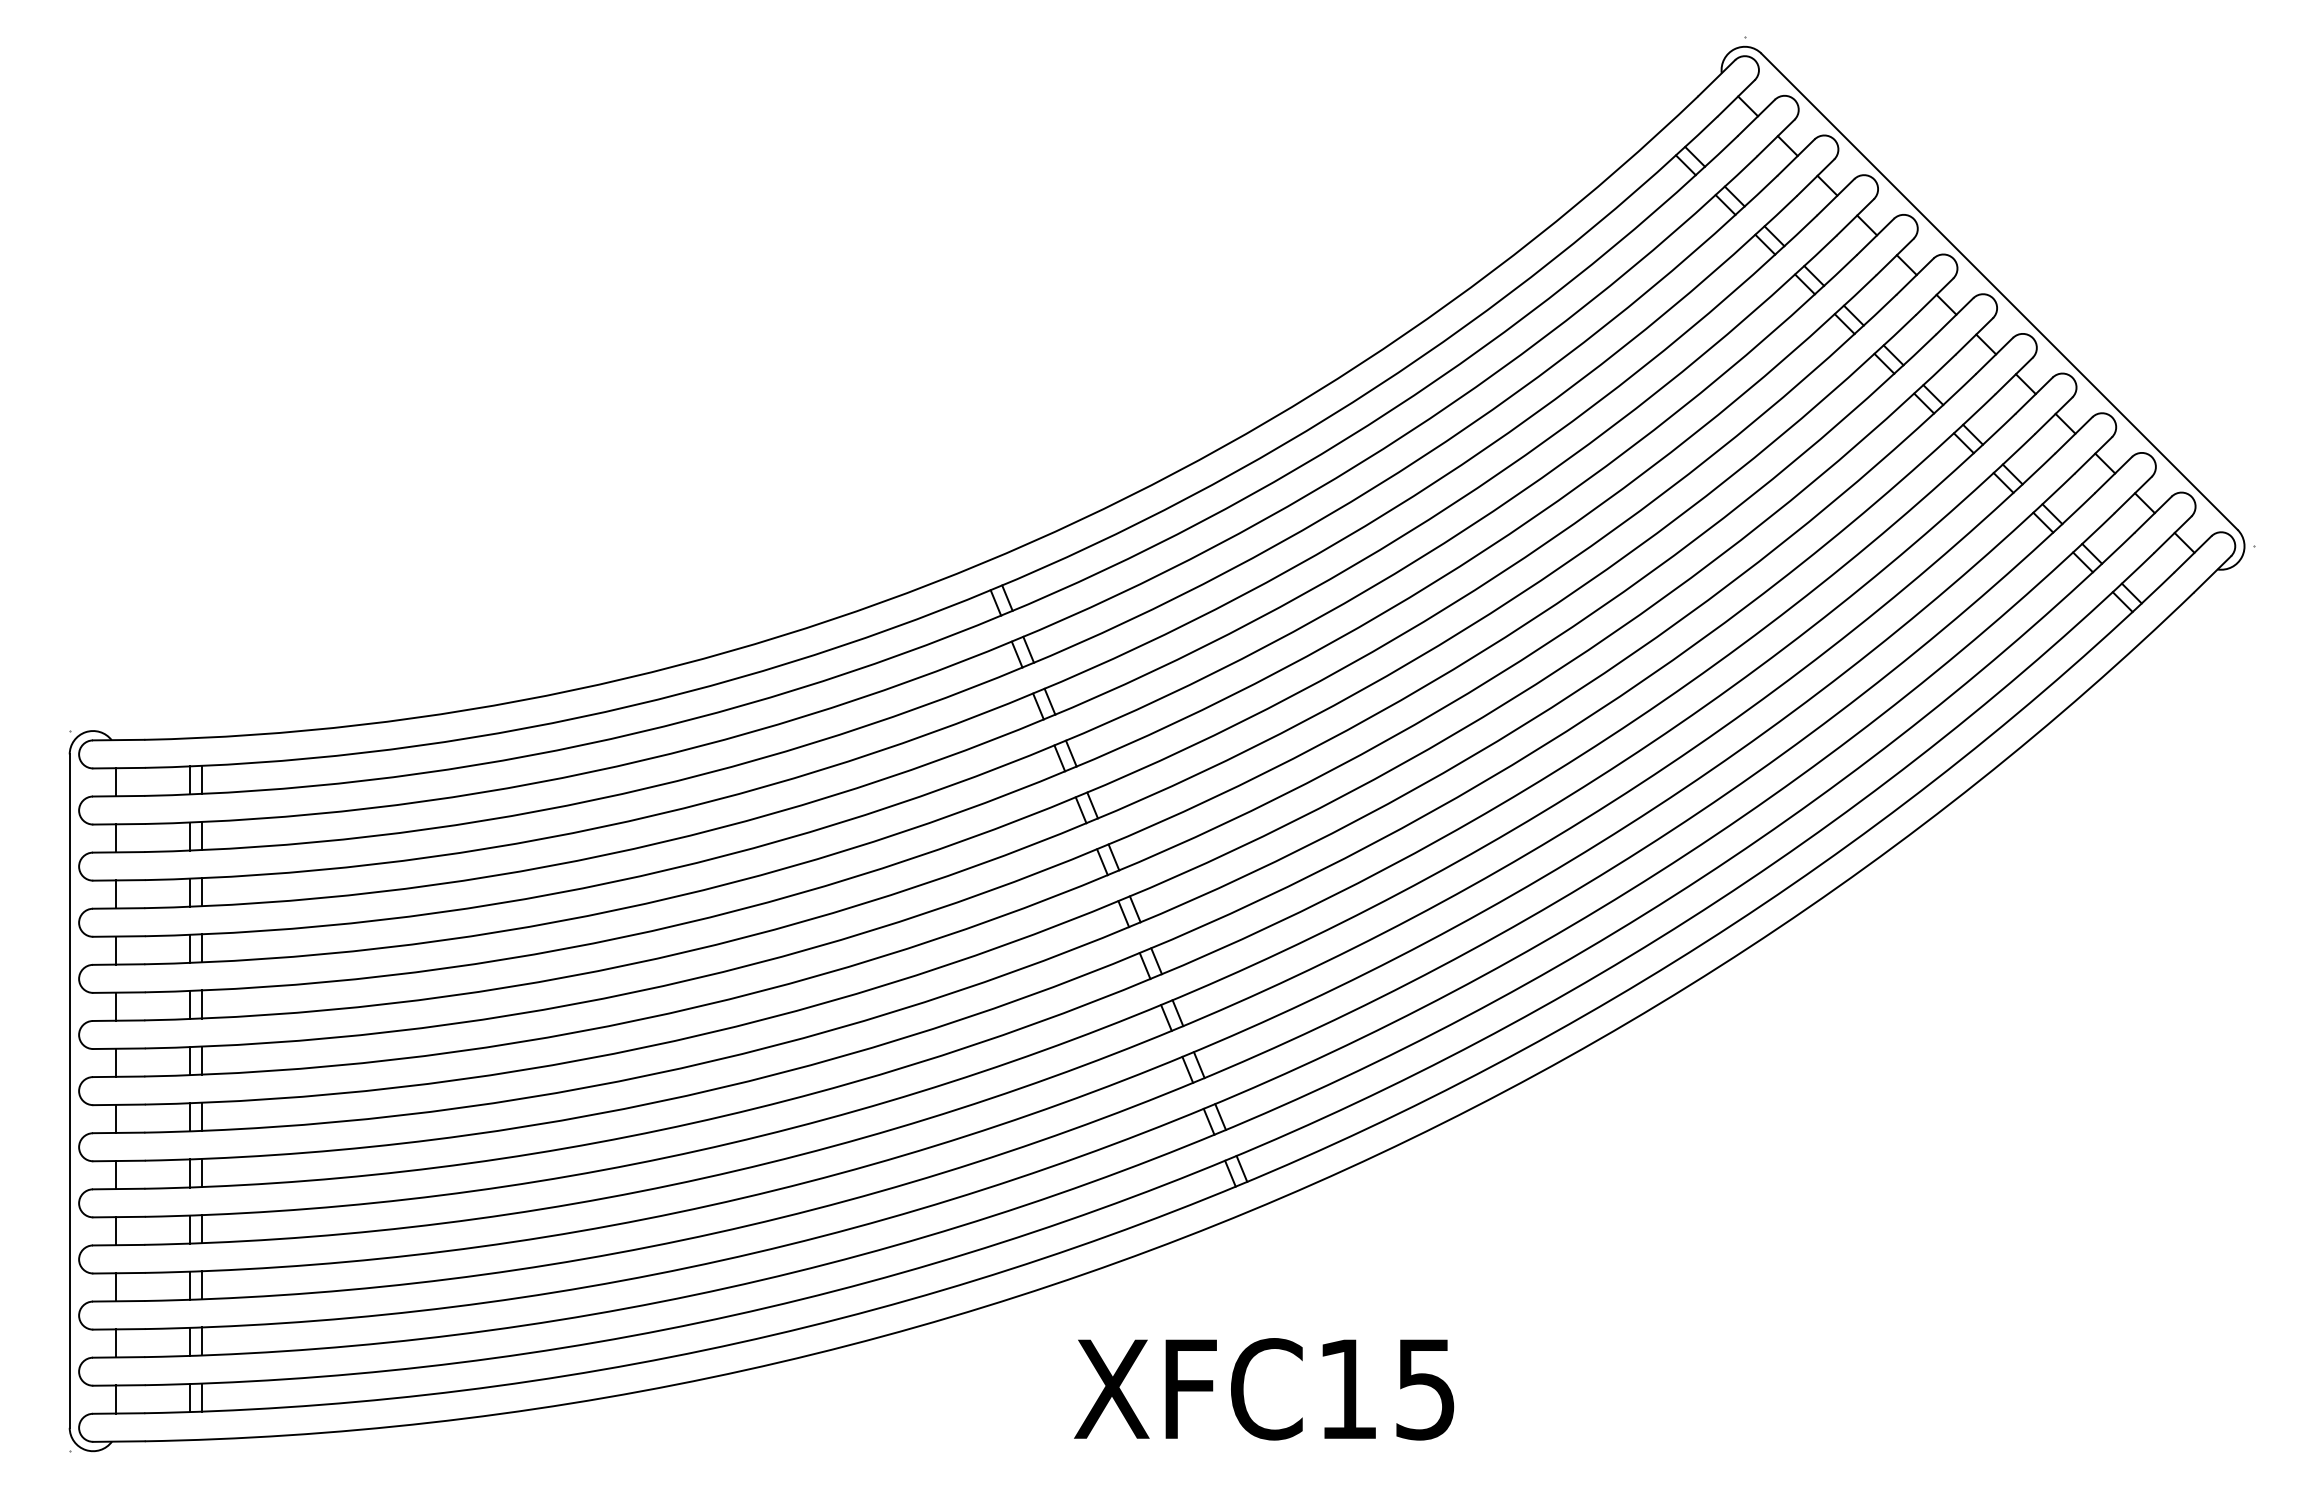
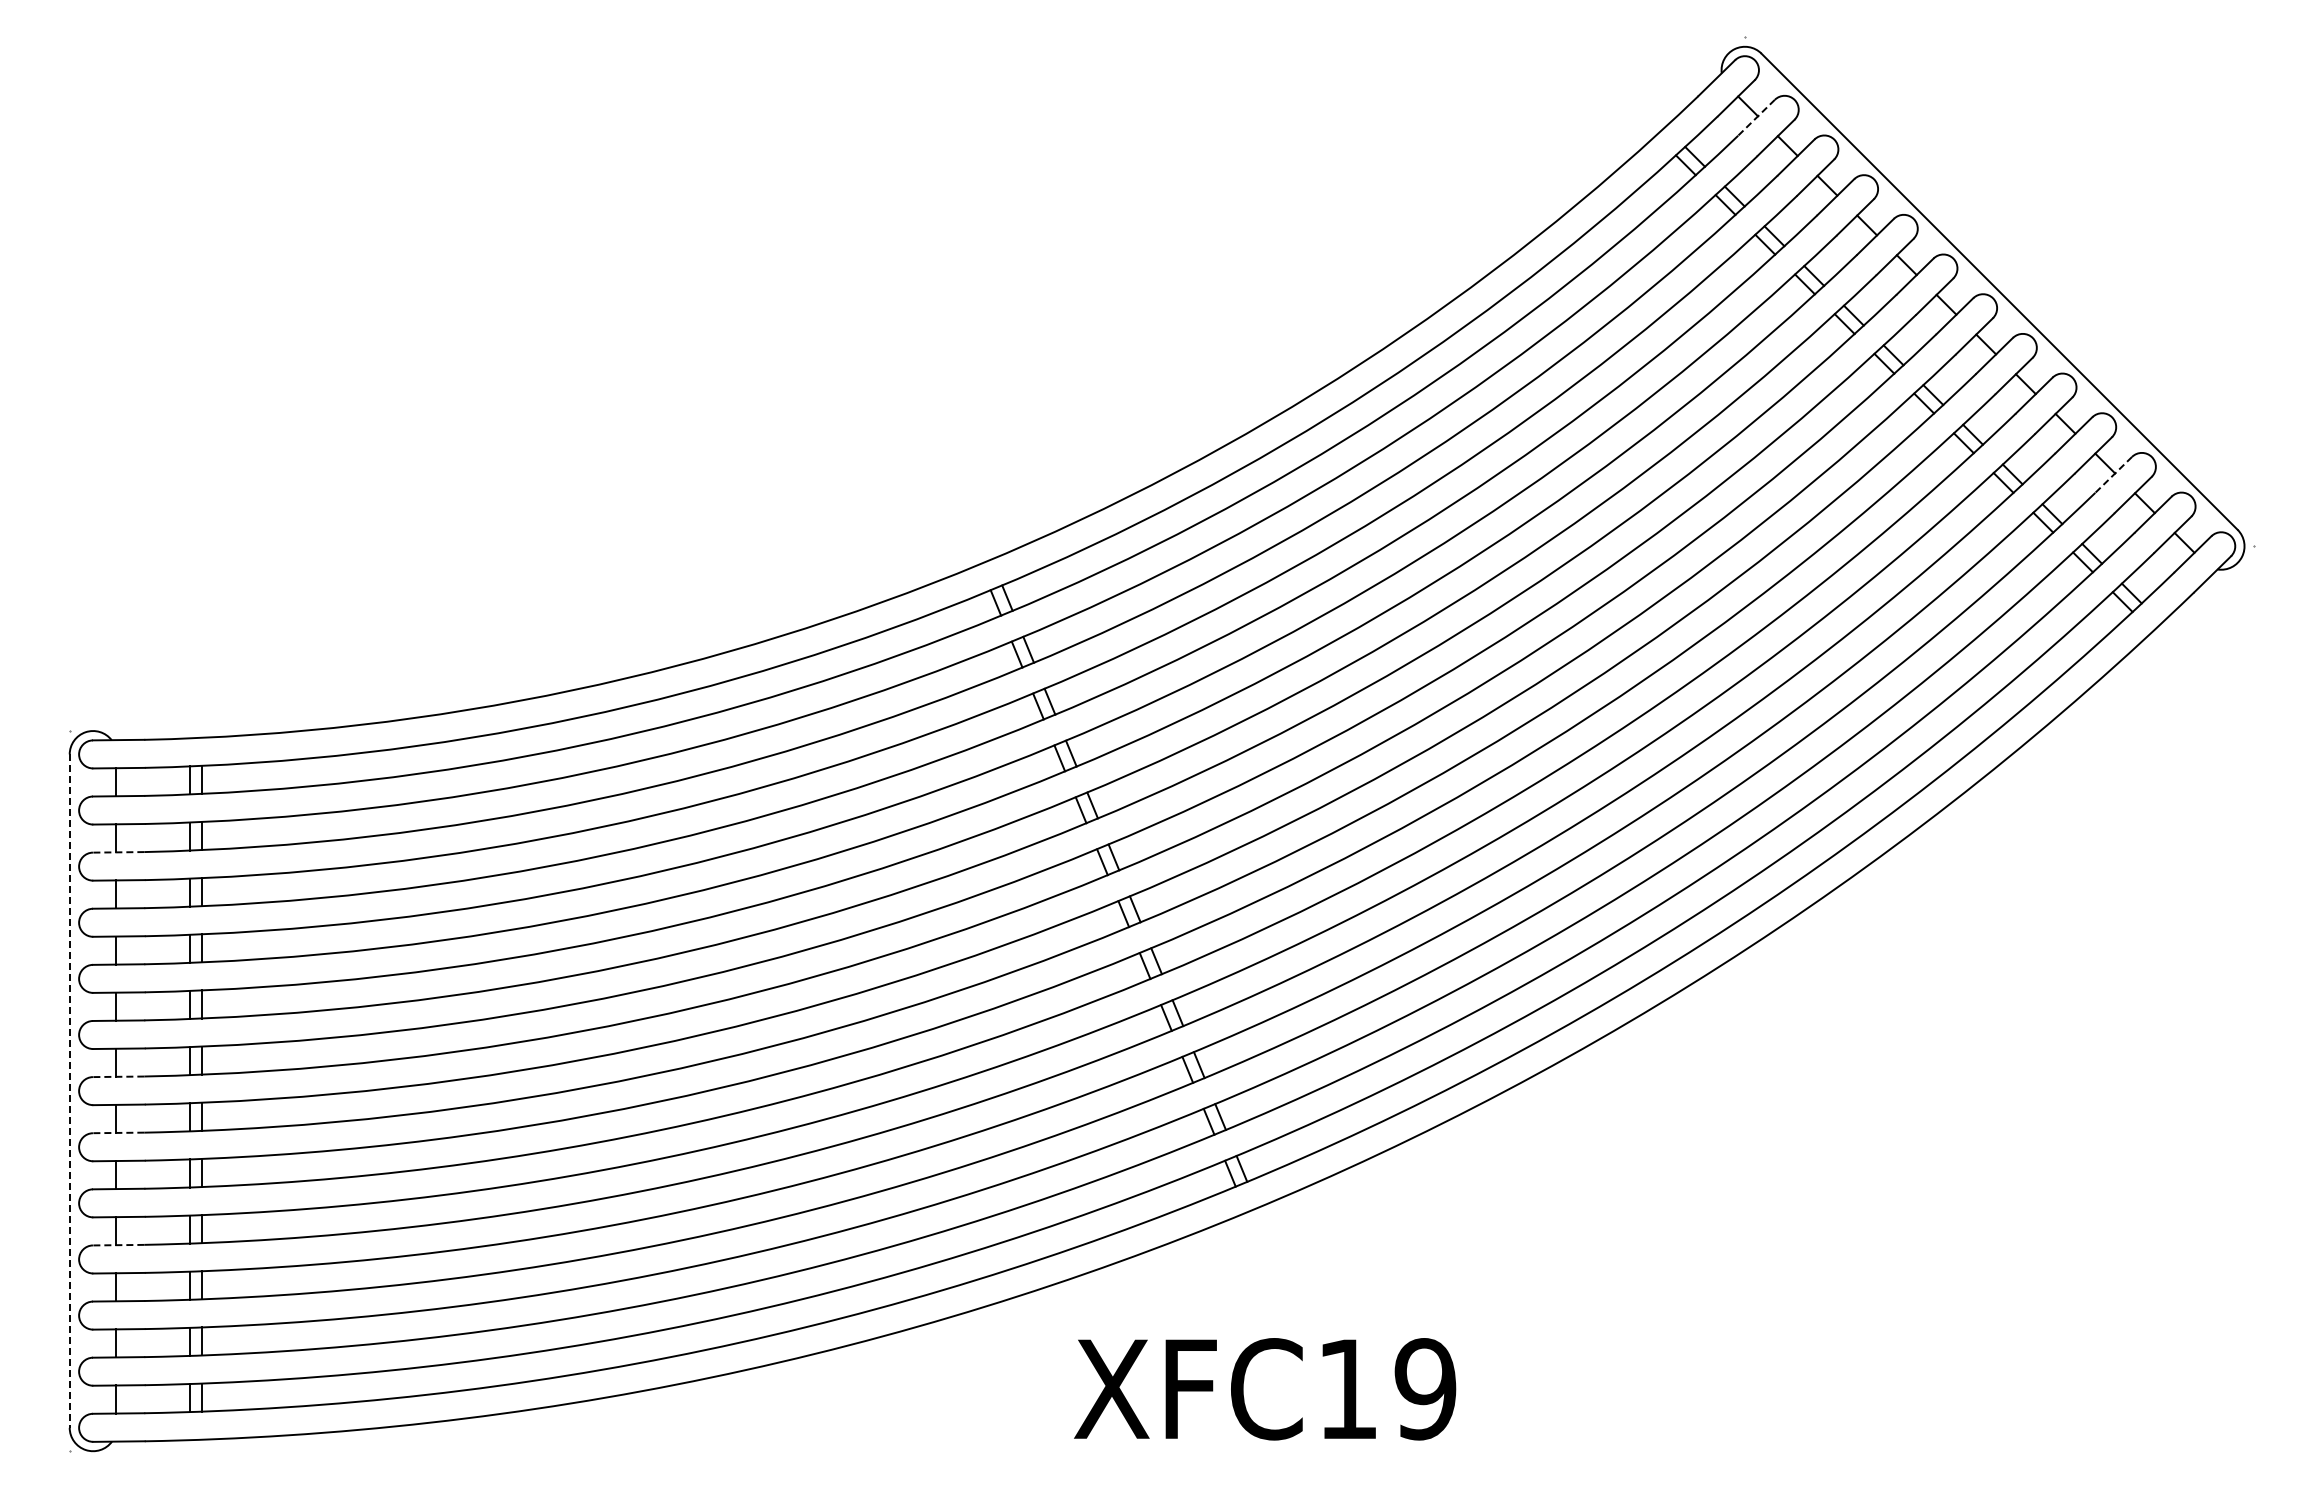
line at (1756, 117): solid -> dashed
line at (2113, 474): solid -> dashed
line at (118, 852): solid -> dashed
line at (118, 1076): solid -> dashed
line at (69, 1091): solid -> dashed
line at (118, 1132): solid -> dashed
line at (118, 1245): solid -> dashed
text at (1425, 1389): XFC15 -> XFC19
